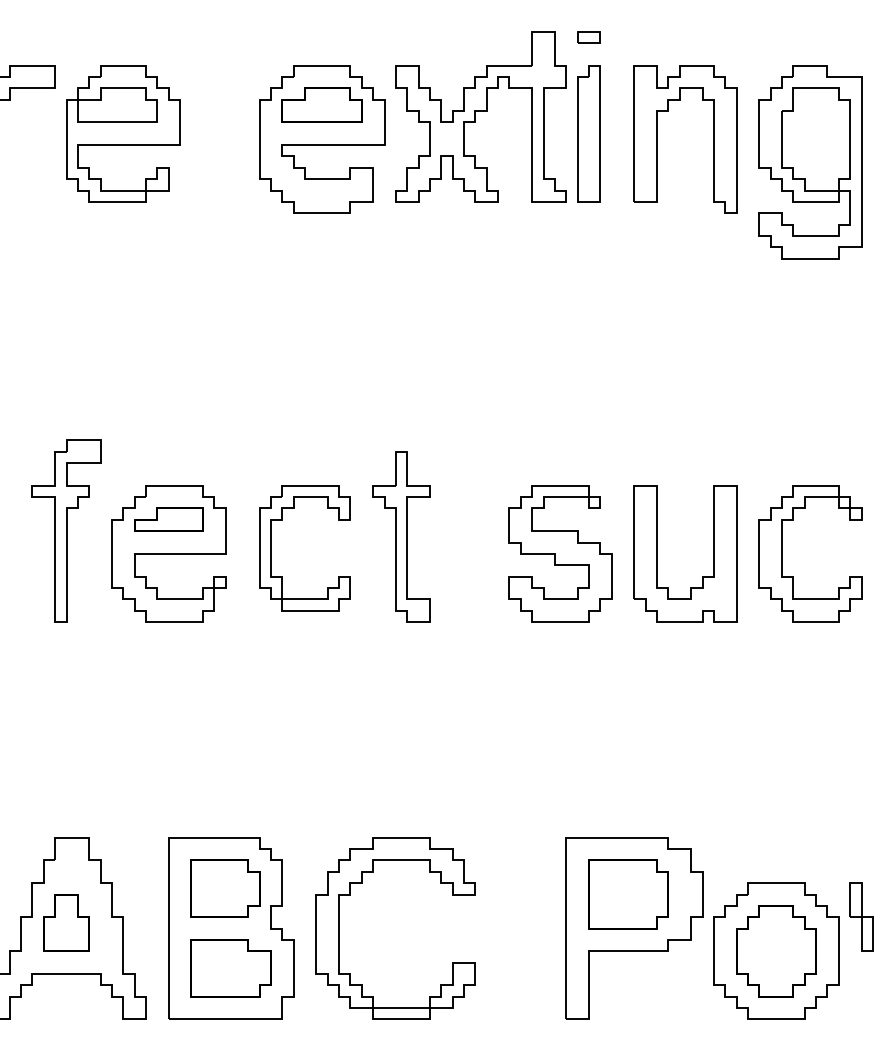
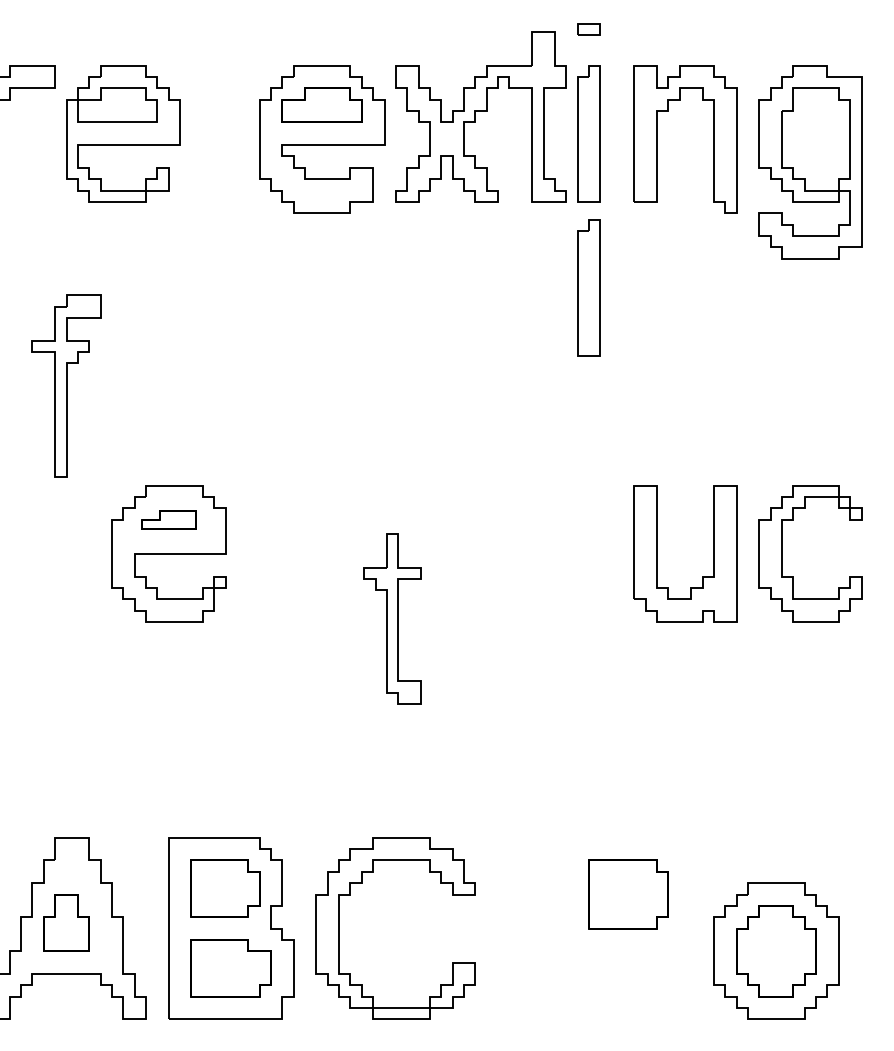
part at (588, 37) position: (588, 37) -> (588, 29)
part at (588, 287): none -> present
part at (168, 519) size: 70x25 px -> 56x20 px
part at (66, 530) position: (66, 530) -> (66, 385)
part at (401, 536) position: (401, 536) -> (392, 618)
part at (271, 548): present -> none
part at (560, 553): present -> none
part at (861, 916): present -> none
part at (634, 928): present -> none
